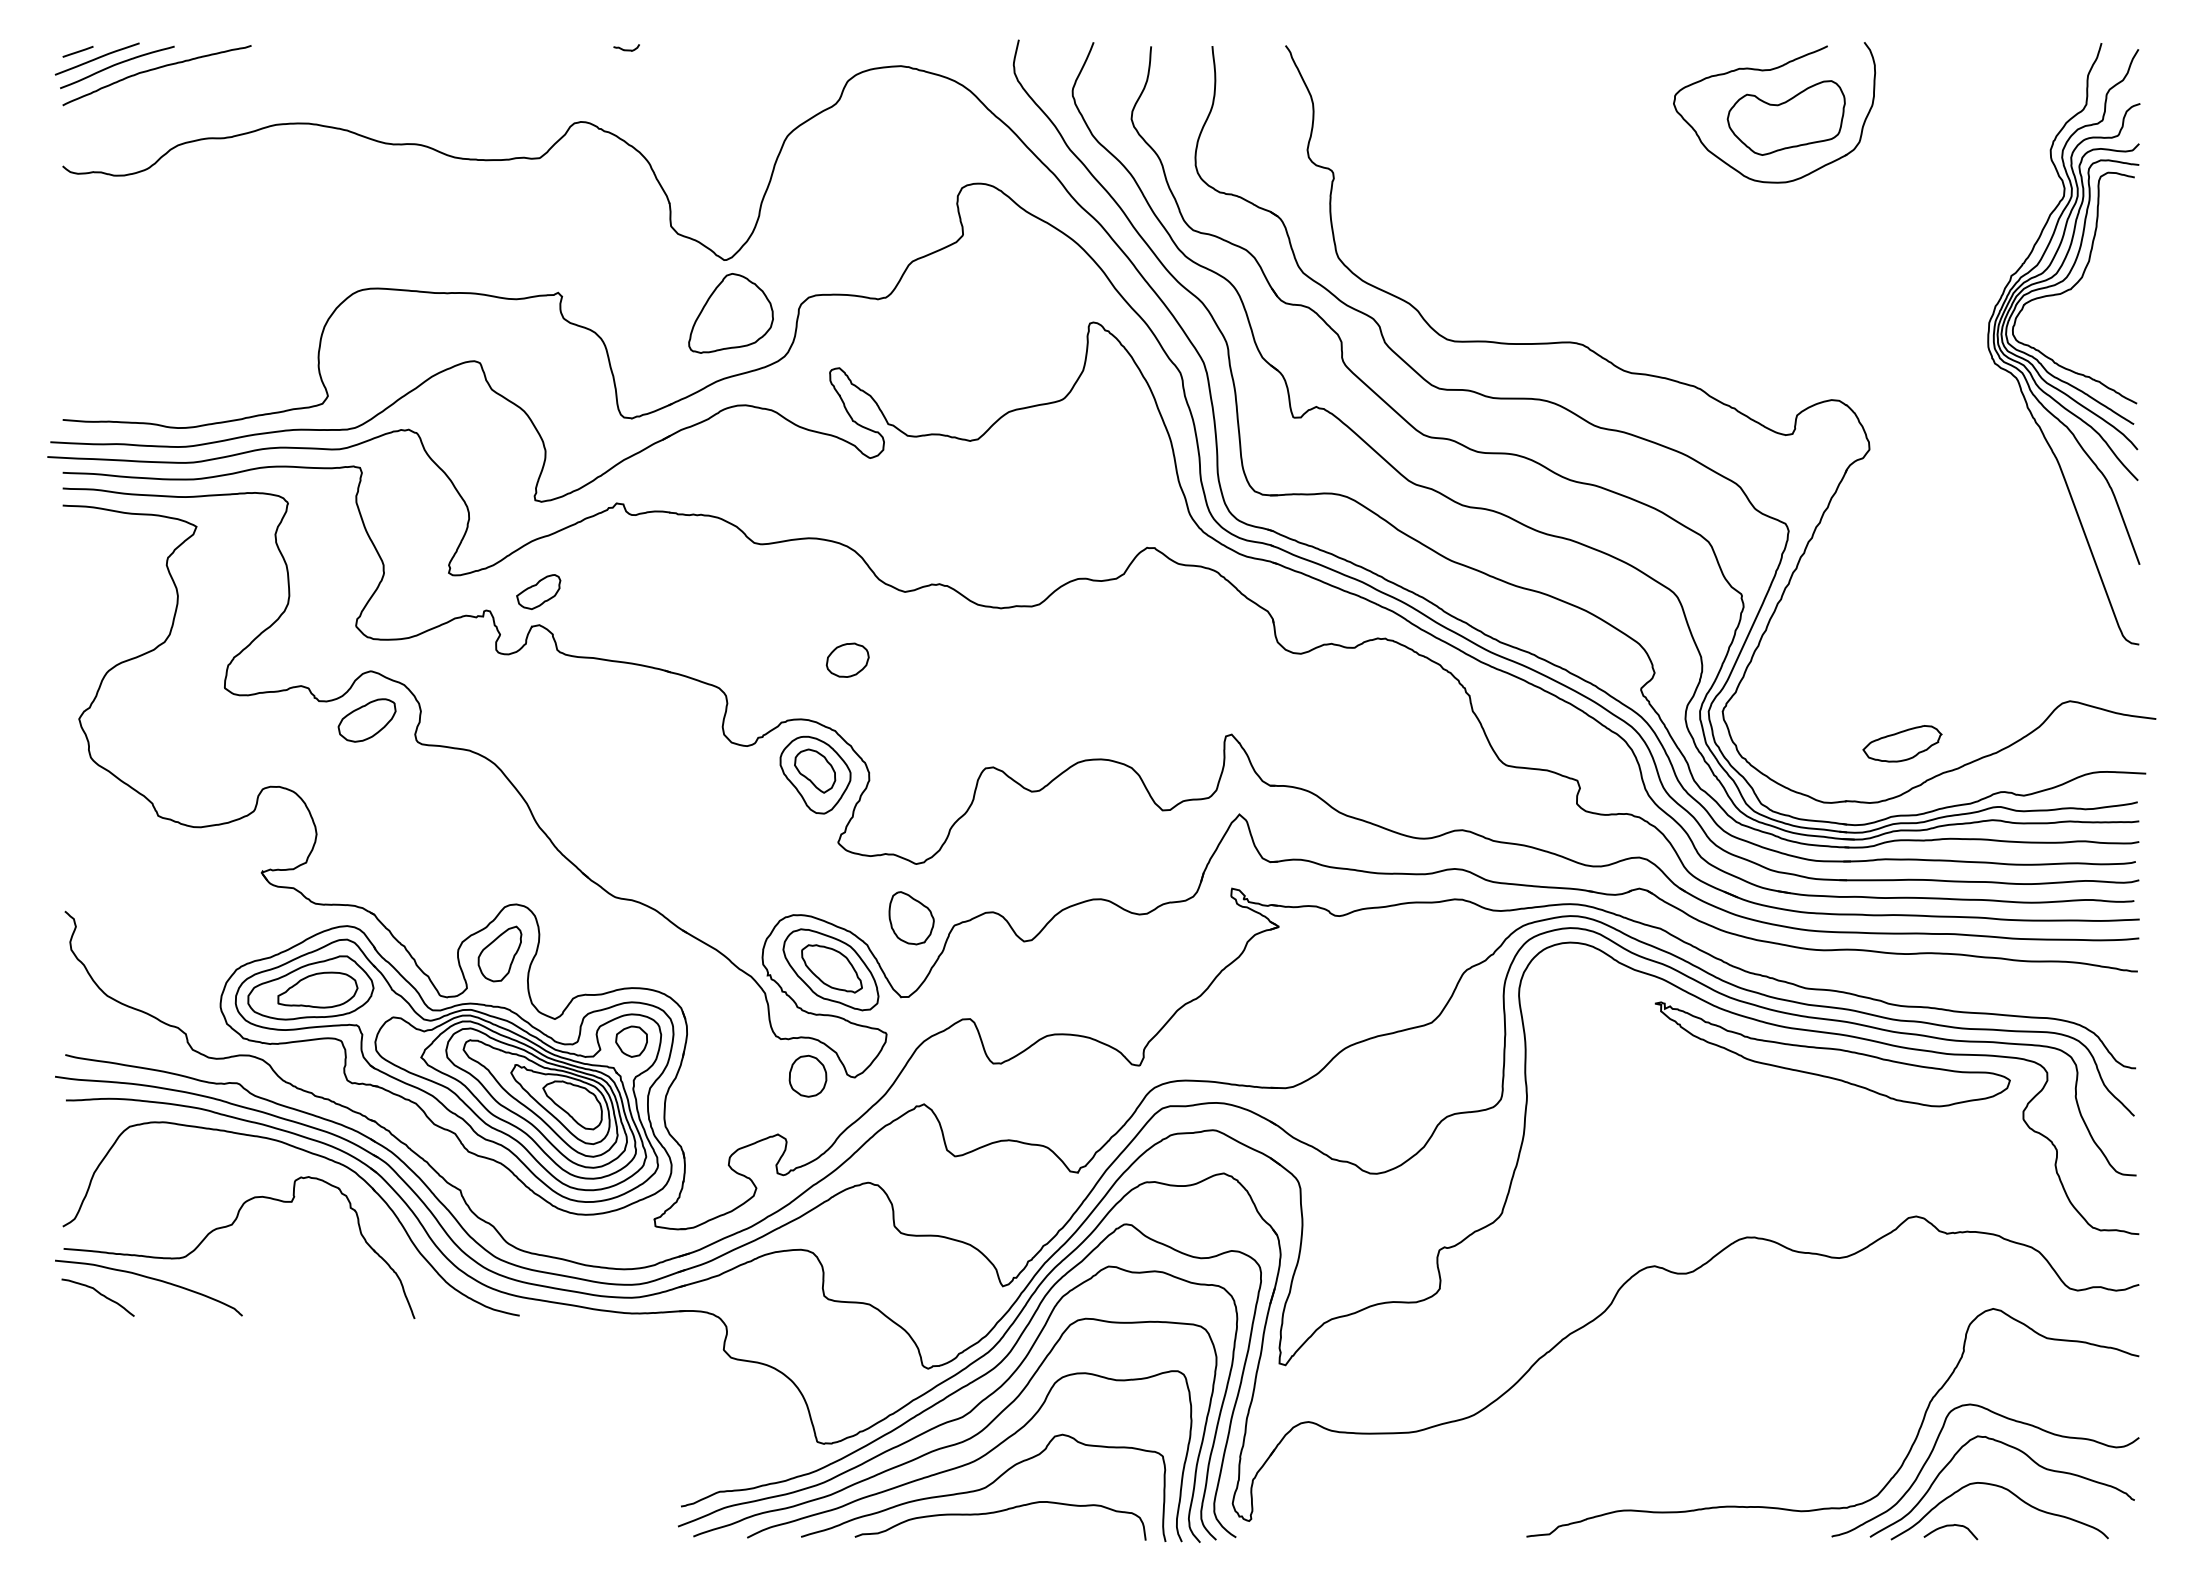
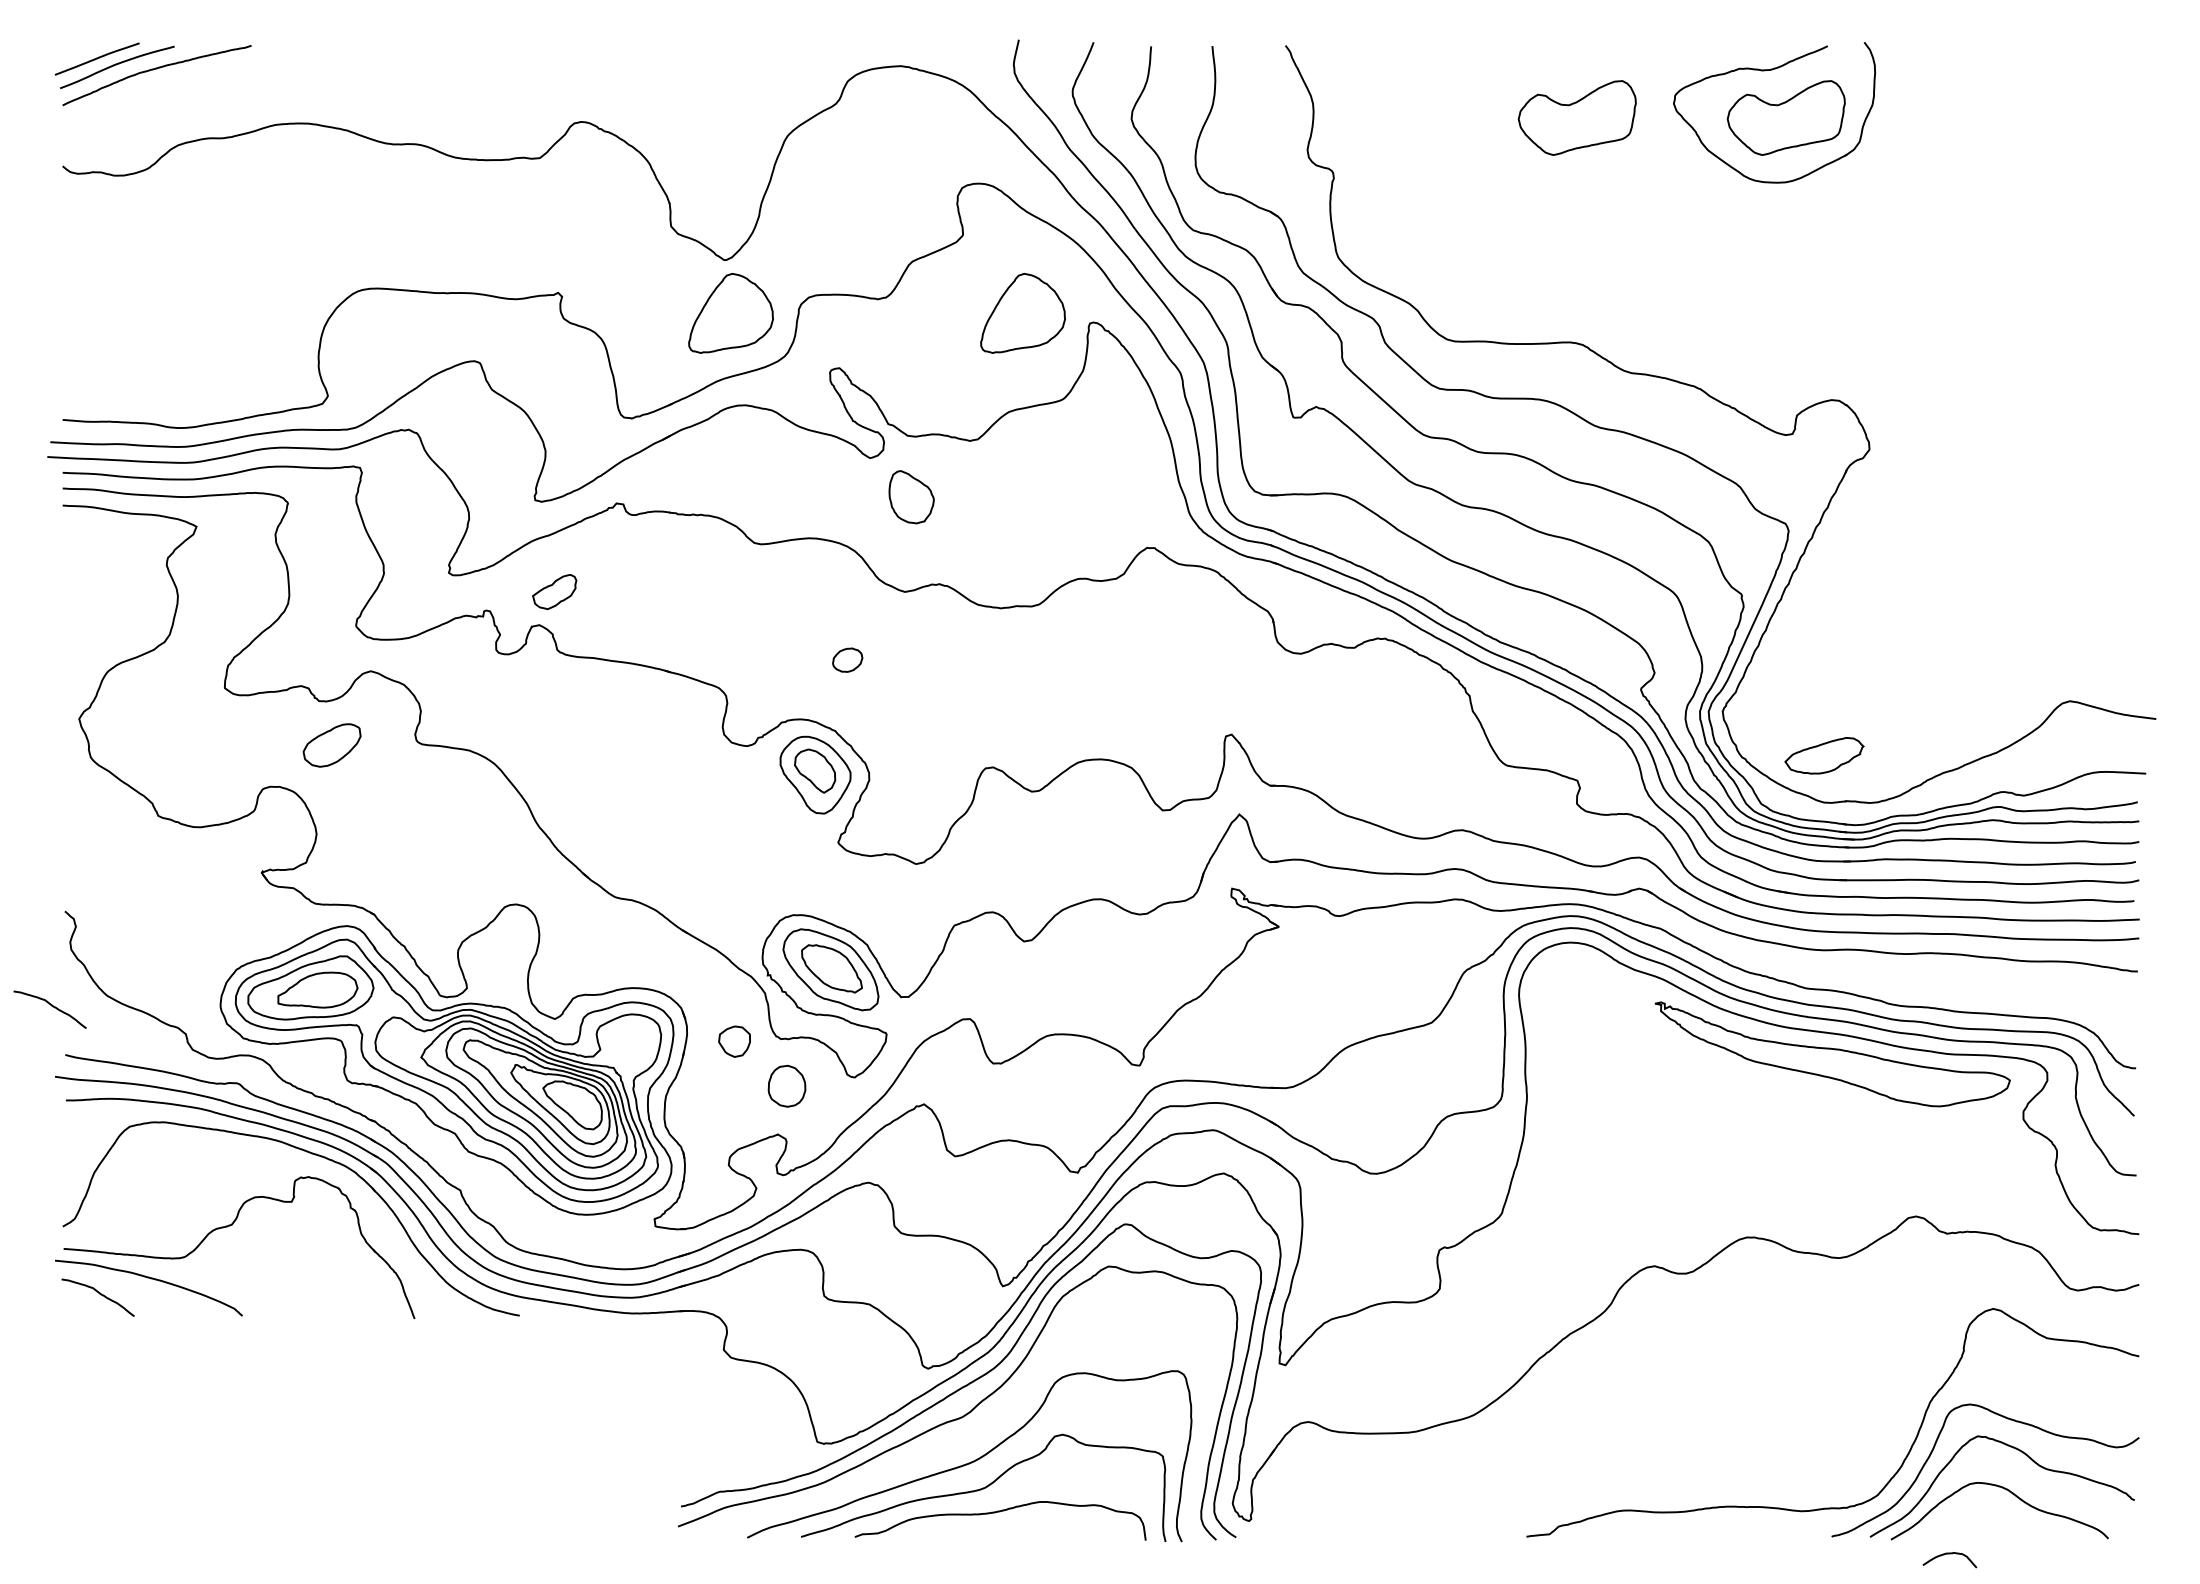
curve at (626, 49): present -> none
line at (77, 51): present -> none
part at (1576, 117): none -> present
part at (1022, 313): none -> present
part at (2053, 359): present -> none
part at (538, 591) position: (538, 591) -> (554, 591)
part at (847, 659) size: 45x36 px -> 32x26 px
part at (366, 720) position: (366, 720) -> (331, 745)
part at (1902, 743) position: (1902, 743) -> (1824, 755)
part at (911, 918) position: (911, 918) -> (911, 497)
part at (499, 953): present -> none
curve at (51, 1006): none -> present
part at (631, 1041) position: (631, 1041) -> (734, 1041)
part at (807, 1075) position: (807, 1075) -> (786, 1085)
curve at (960, 1441): present -> none
curve at (1950, 1526) position: (1950, 1526) -> (1949, 1554)
